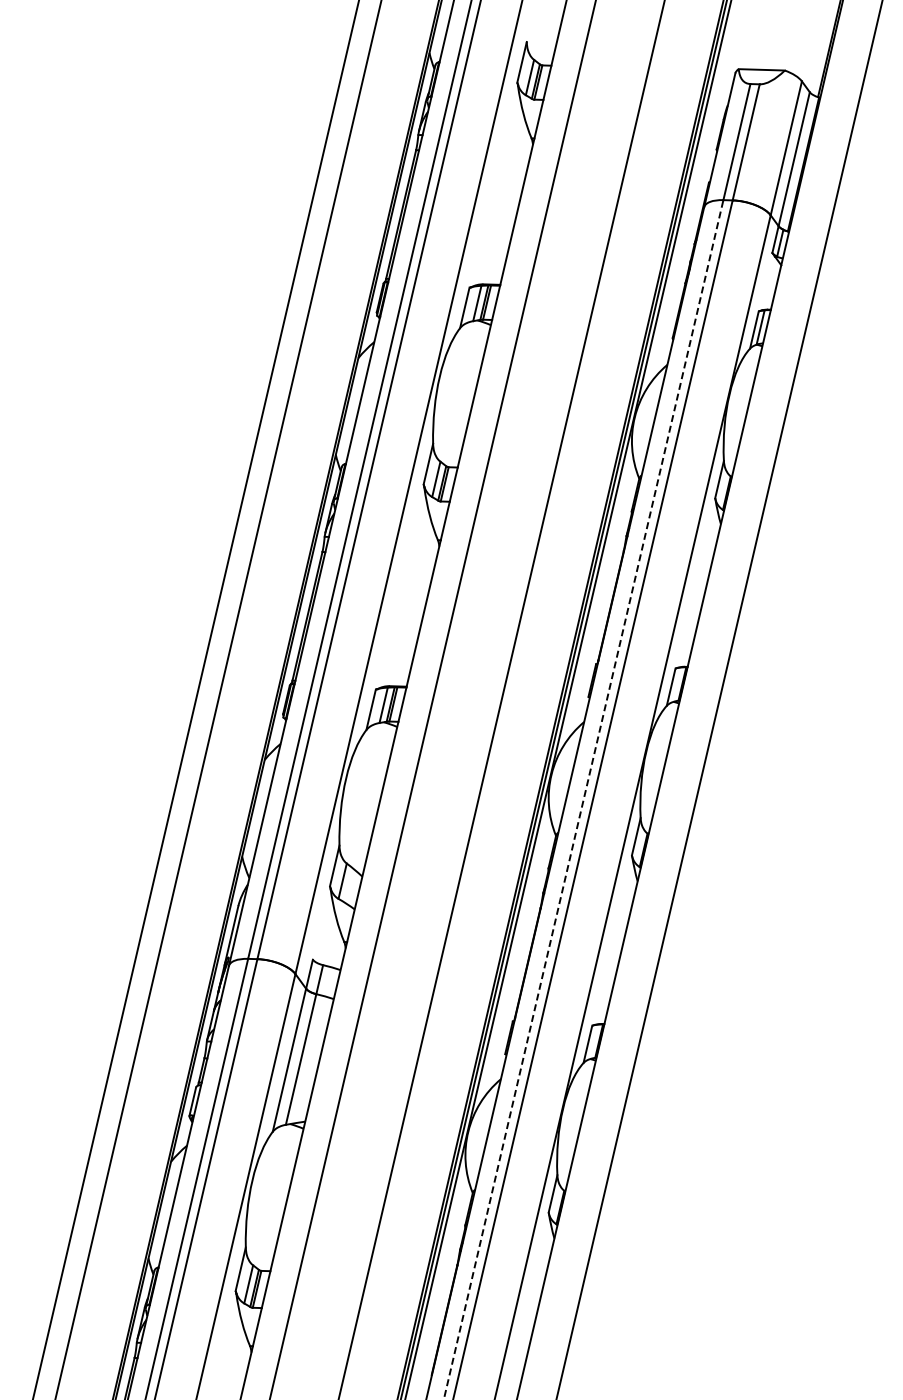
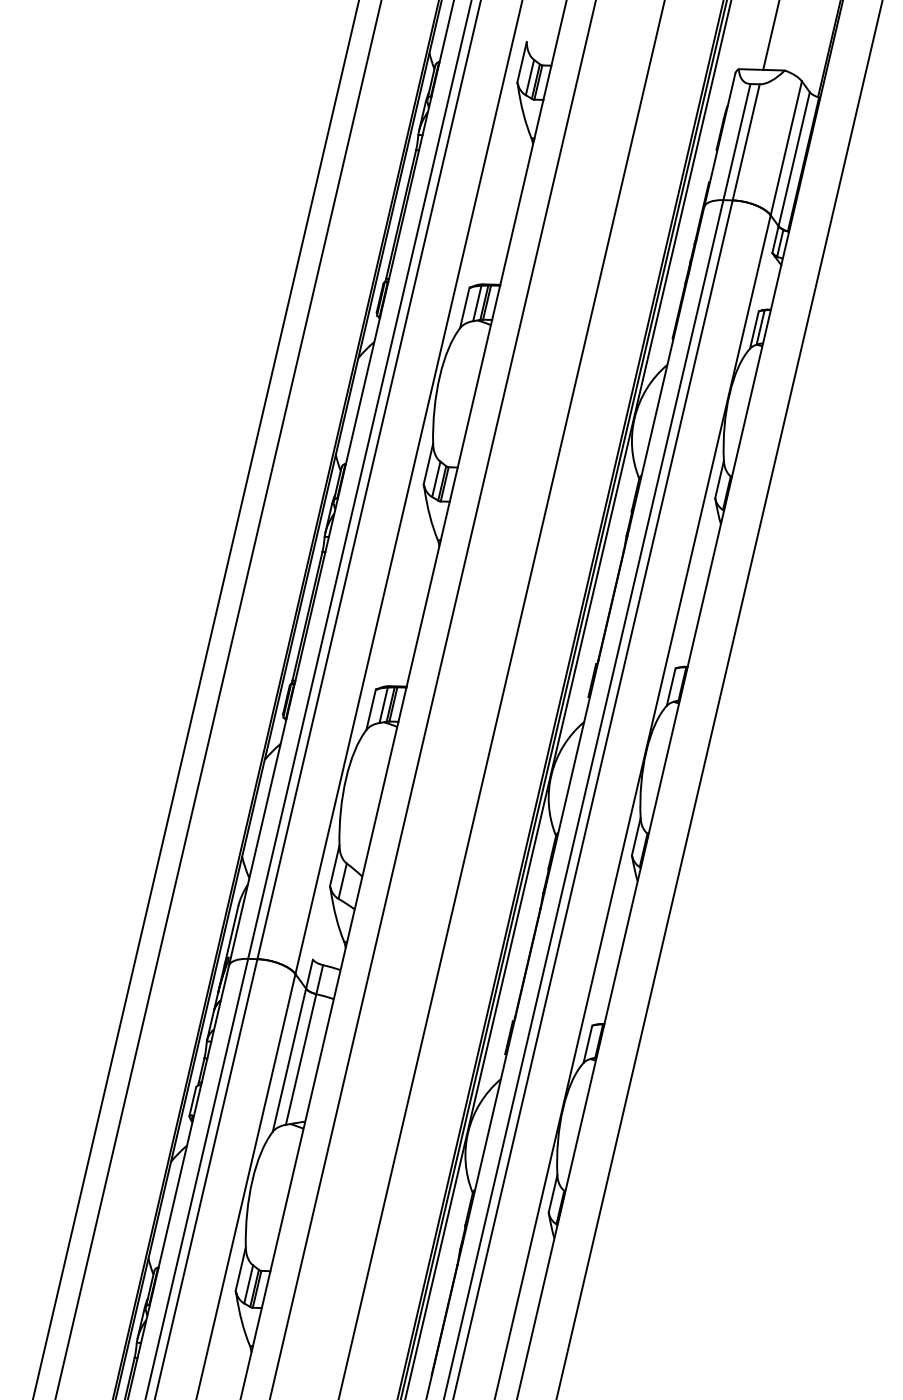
line at (770, 35): none -> present
line at (583, 799): dashed -> solid
